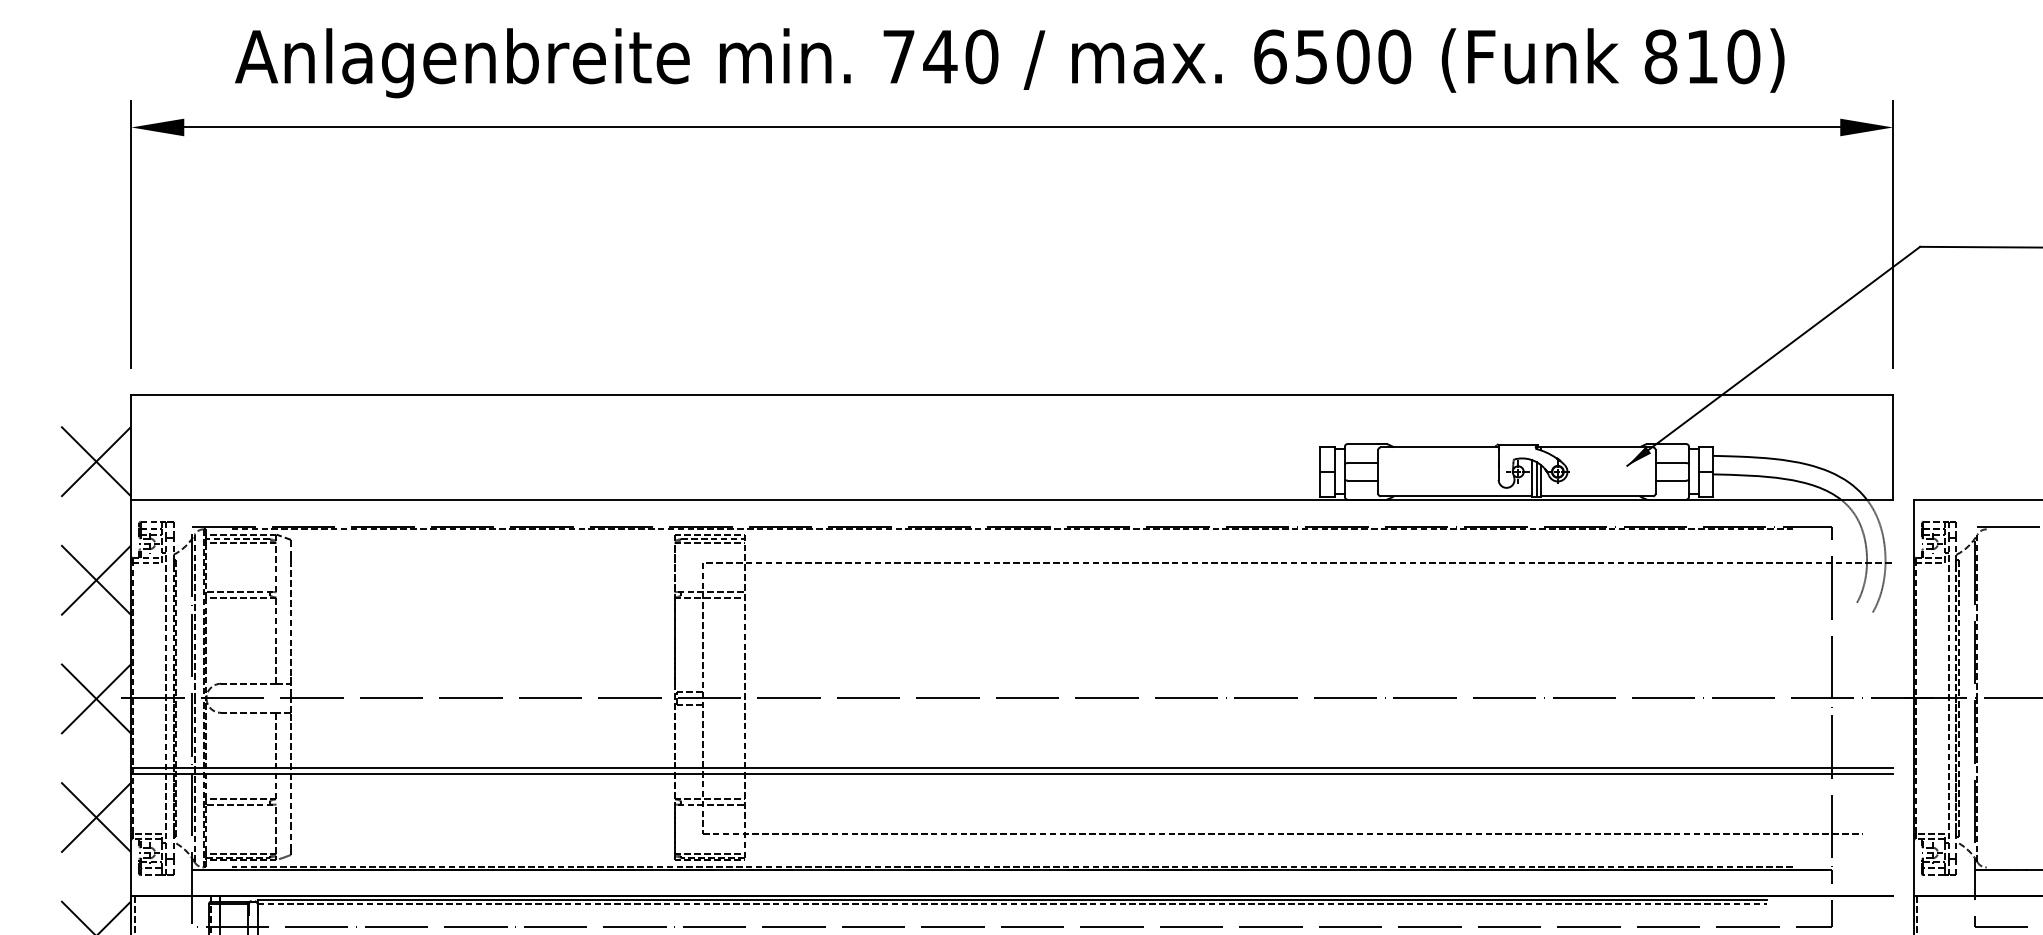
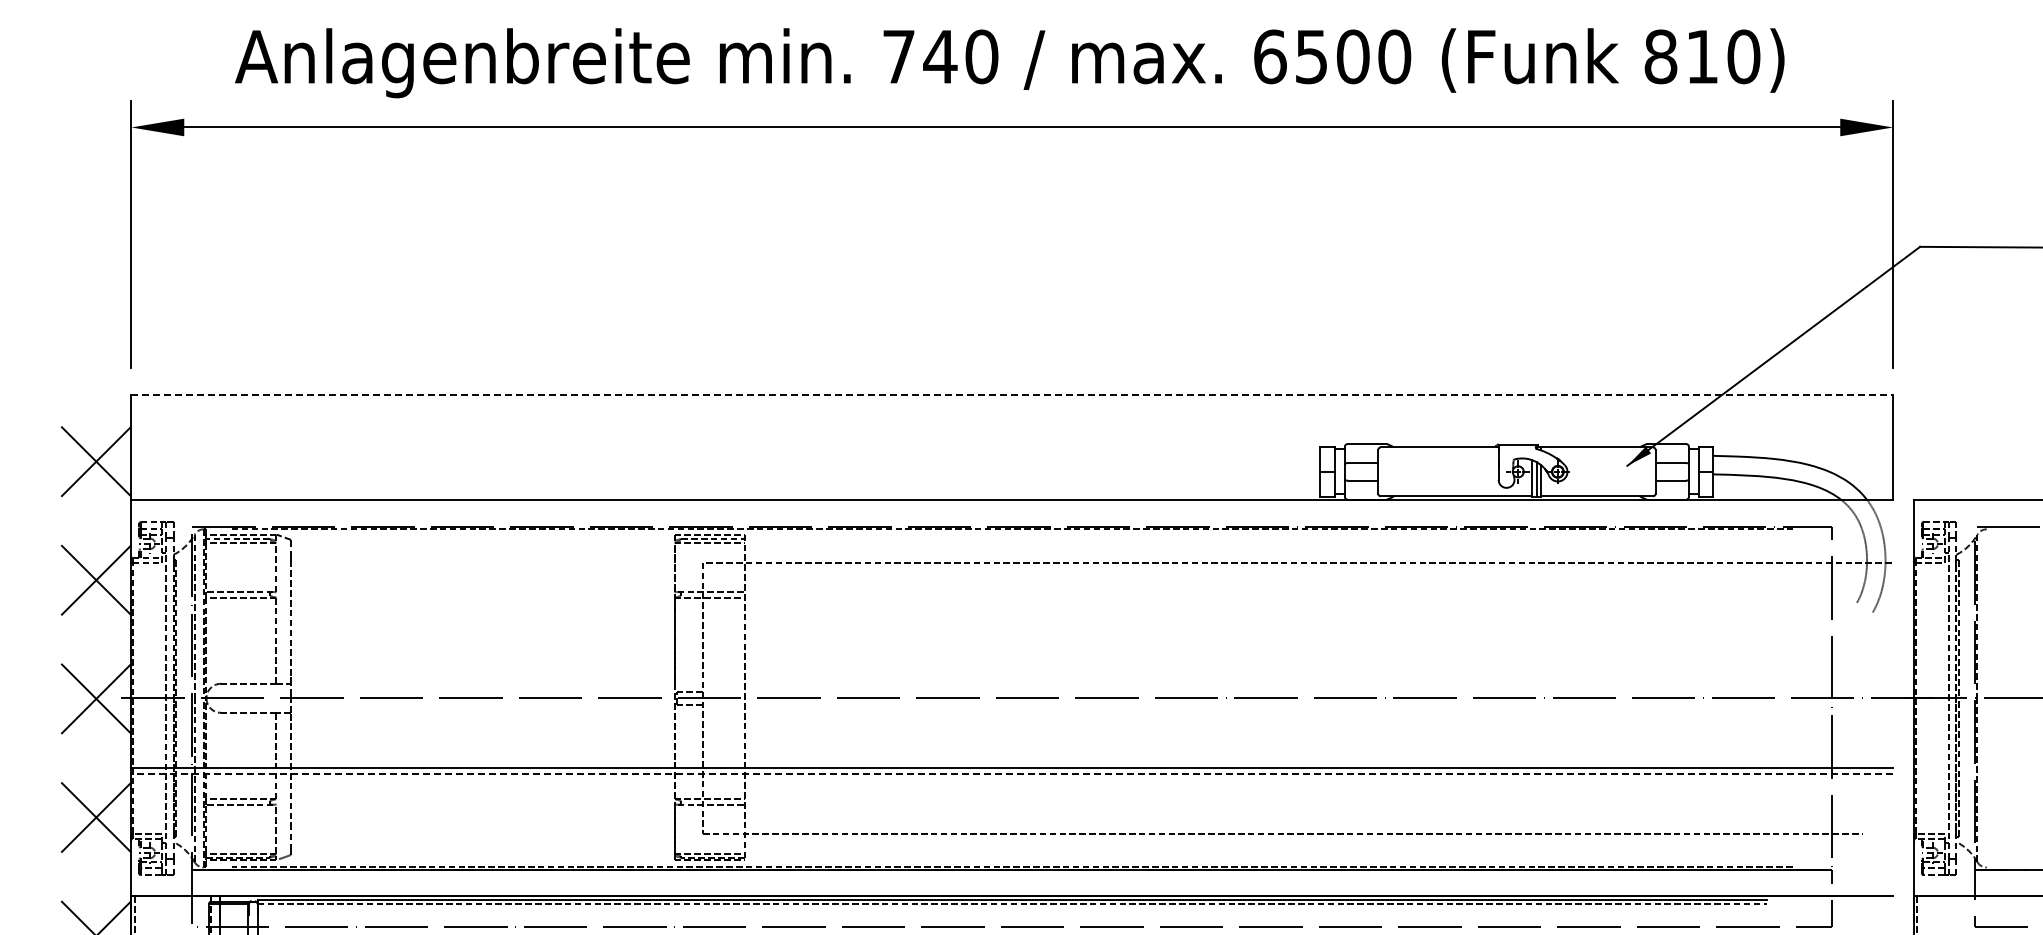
line at (1012, 394): solid -> dashed
line at (1012, 774): solid -> dashed
